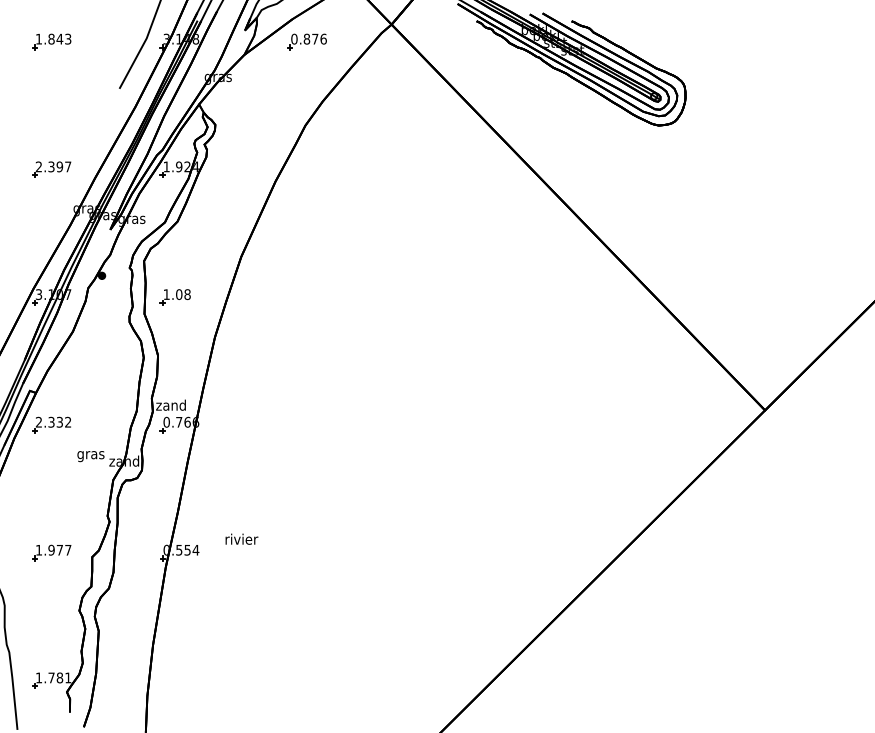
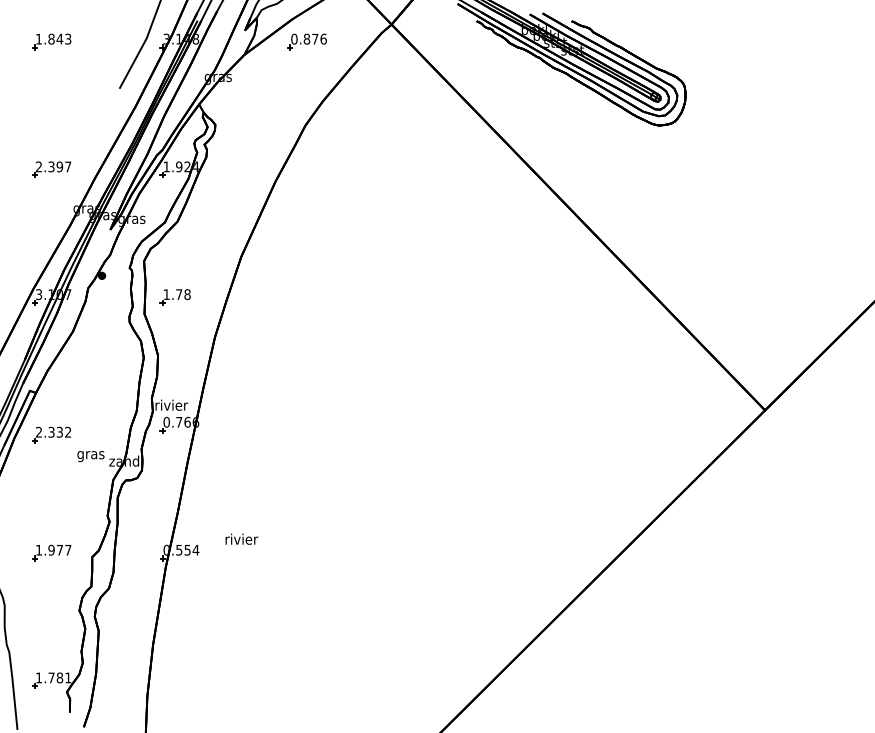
text at (179, 294): 1.08 -> 1.78
text at (171, 404): zand -> rivier
part at (51, 424) position: (51, 424) -> (51, 434)
